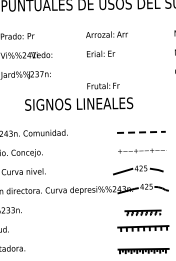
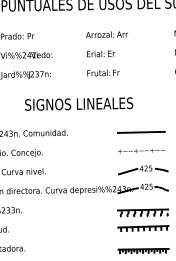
text at (103, 85) position: (103, 85) -> (103, 72)
line at (141, 132): dashed -> solid
part at (138, 170) position: (138, 170) -> (143, 170)
part at (142, 212) size: 38x8 px -> 52x10 px
